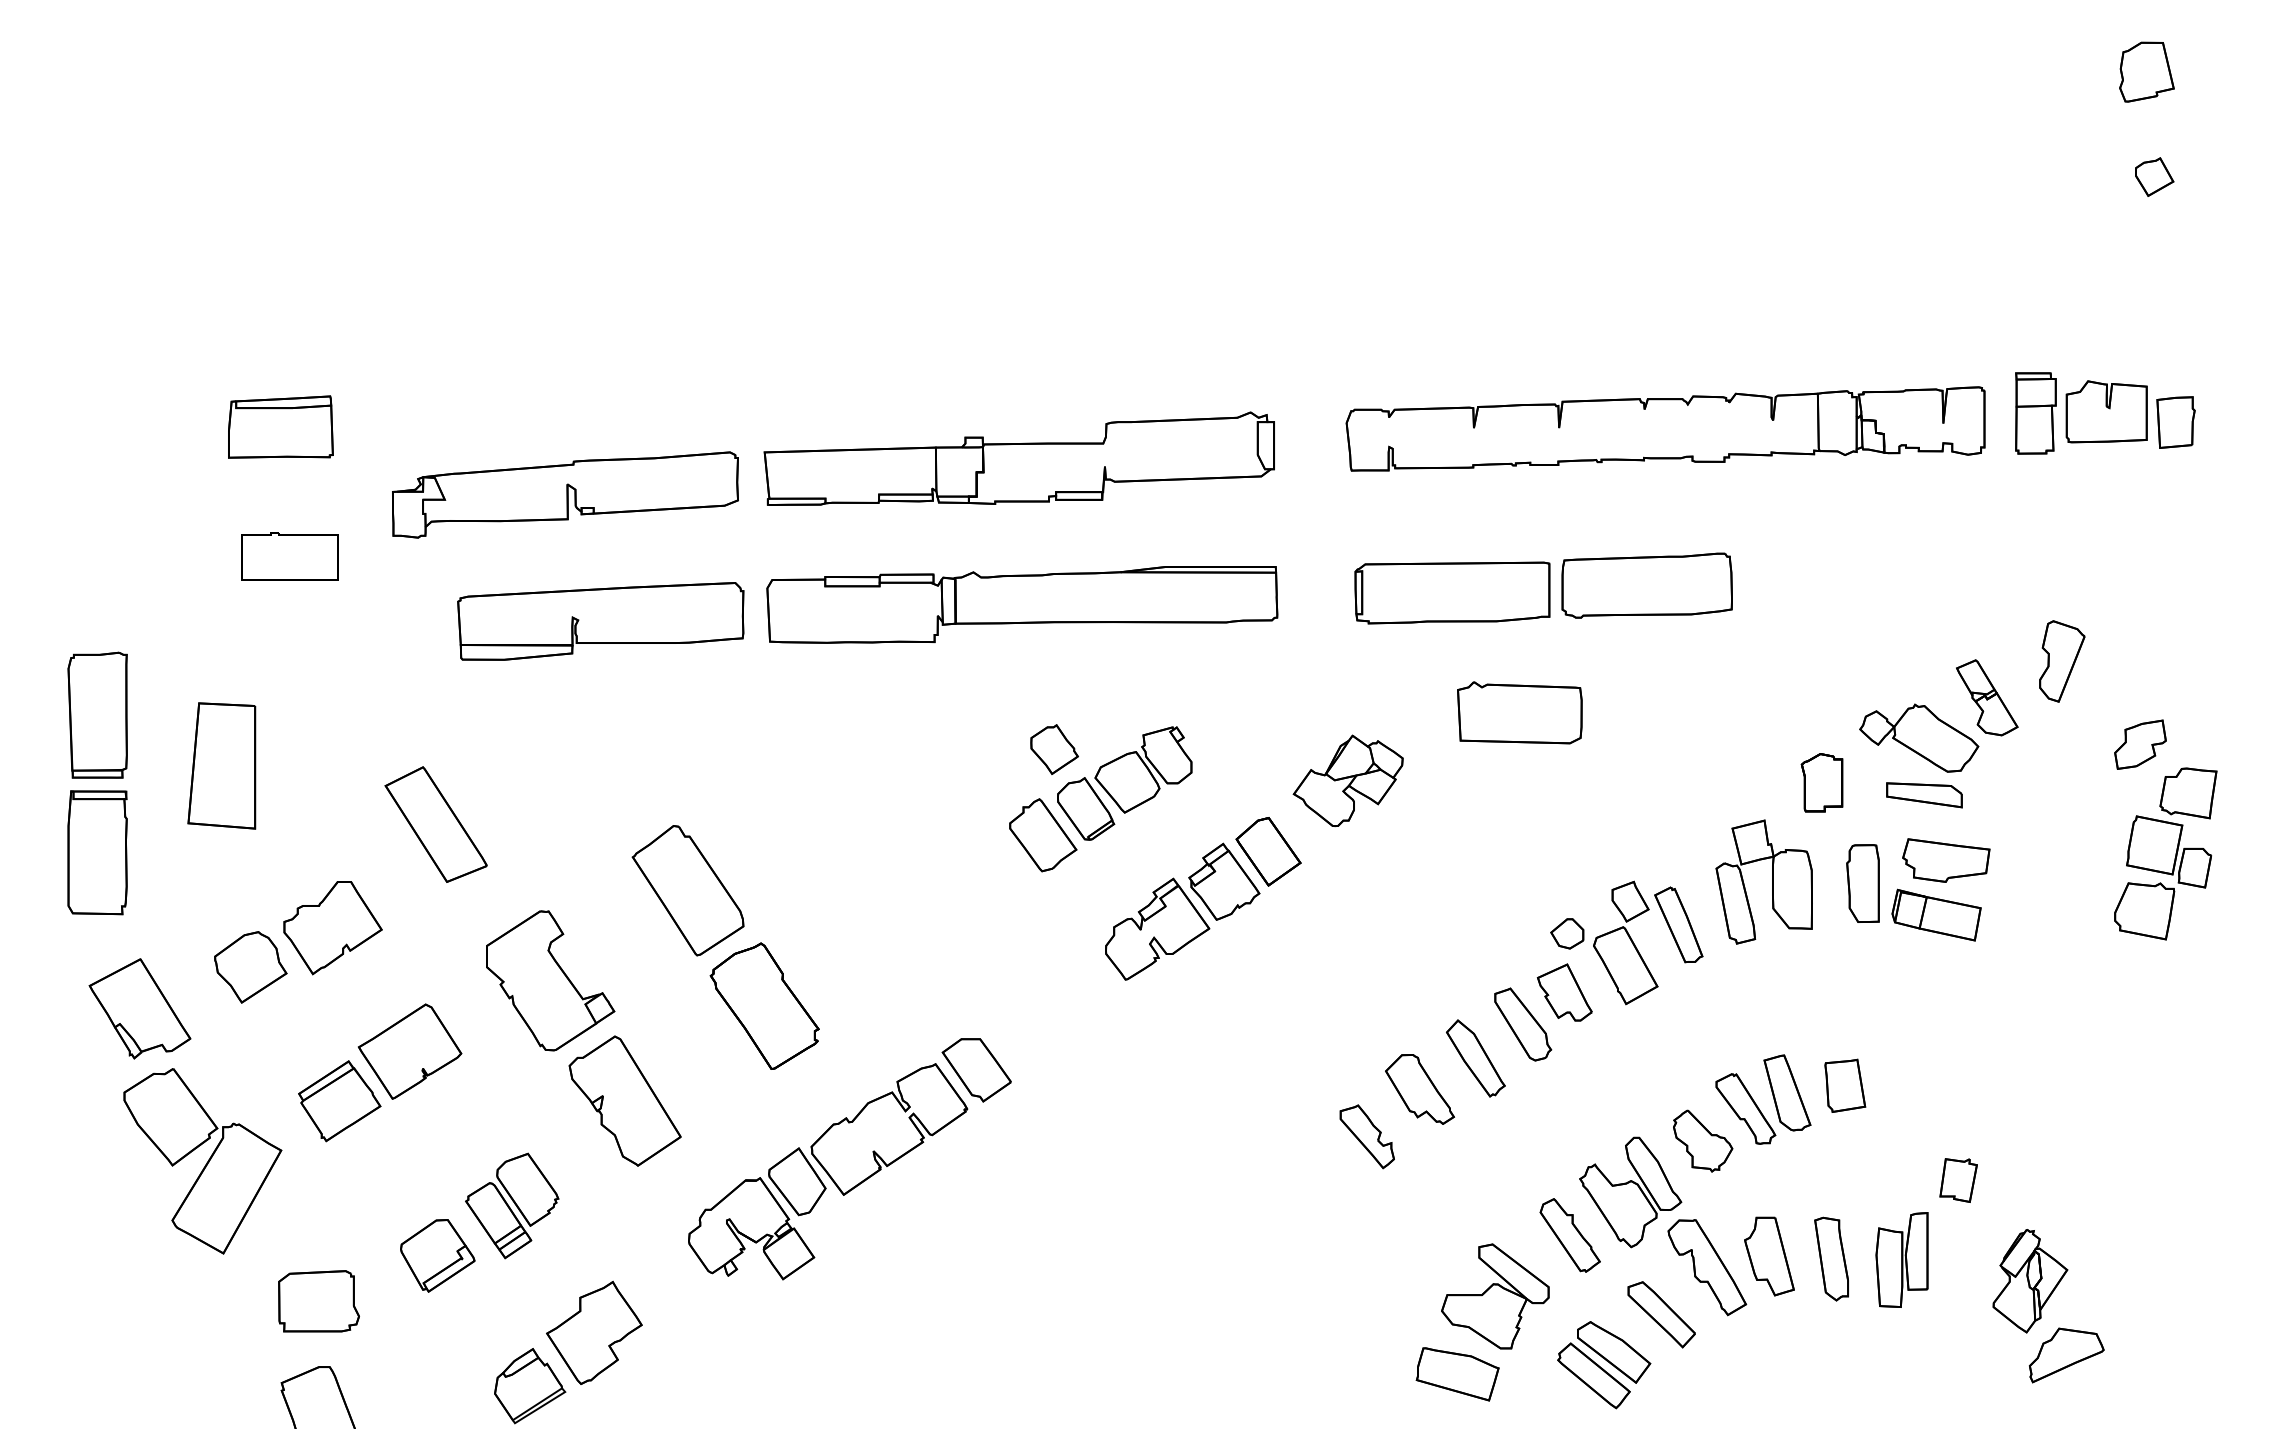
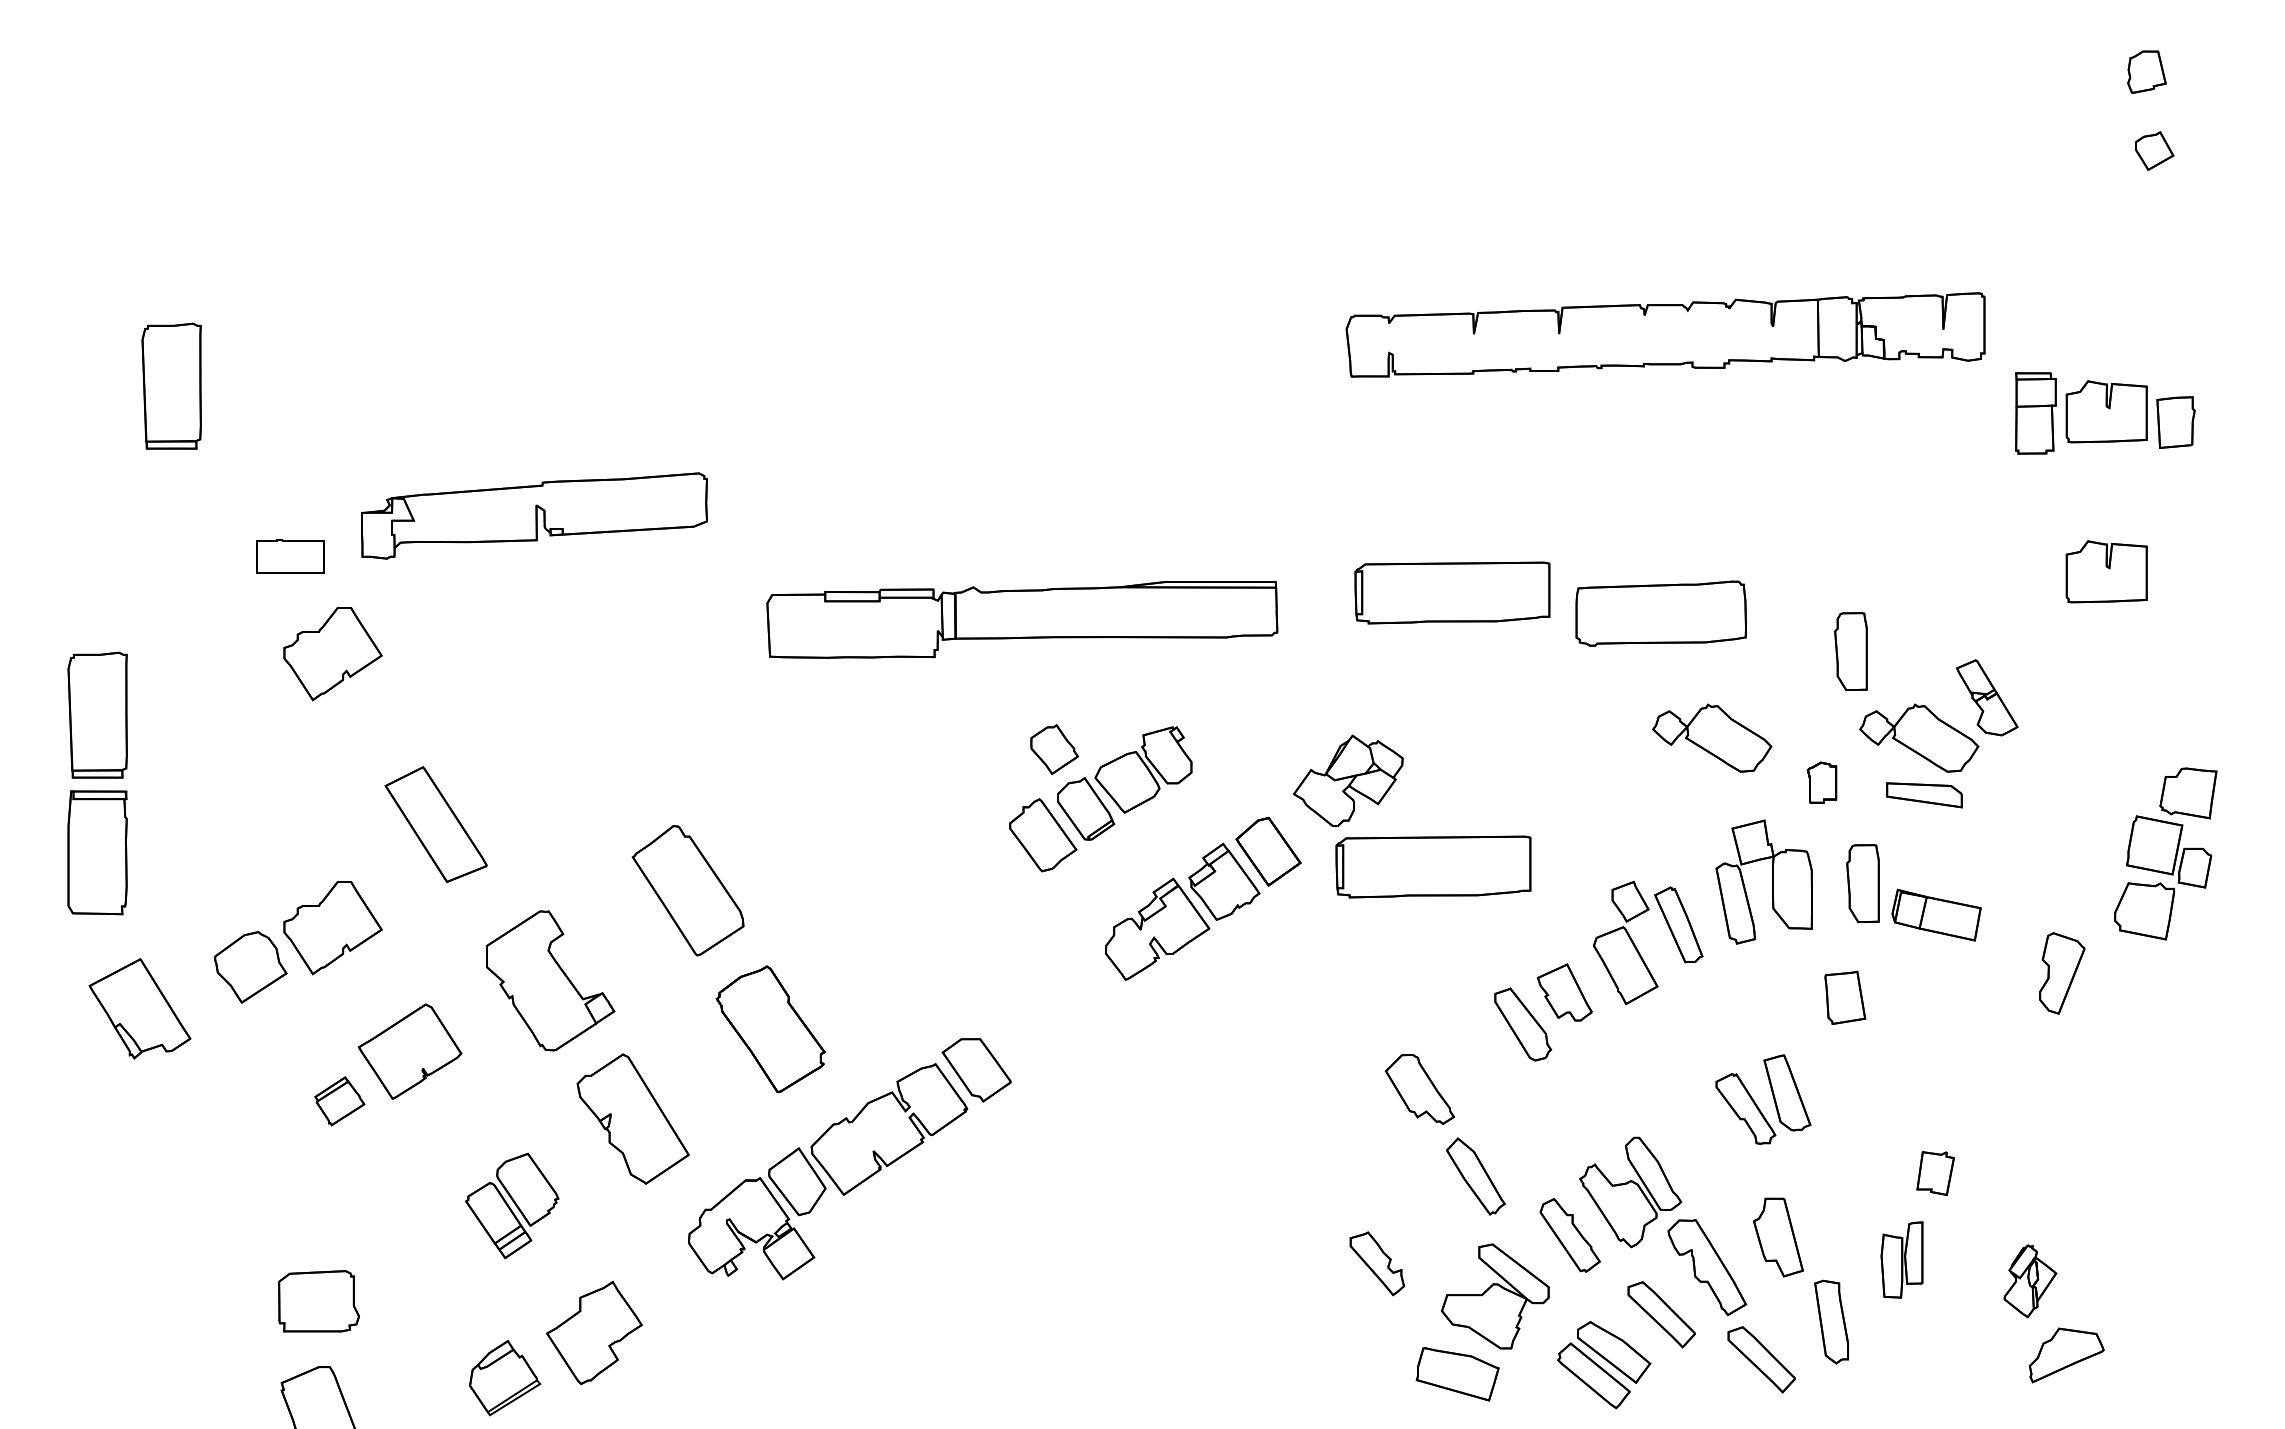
part at (2146, 71) size: 56x62 px -> 40x44 px
part at (2154, 176) position: (2154, 176) -> (2154, 150)
part at (171, 385): none -> present
part at (280, 426): present -> none
part at (1665, 428) position: (1665, 428) -> (1665, 334)
part at (1018, 458): present -> none
part at (565, 494) position: (565, 494) -> (534, 515)
part at (289, 556) size: 98x49 px -> 69x35 px
part at (2106, 571): none -> present
part at (1646, 585) position: (1646, 585) -> (1660, 613)
part at (1022, 604) position: (1022, 604) -> (1022, 619)
part at (600, 621): present -> none
part at (1850, 651): none -> present
part at (332, 654): none -> present
part at (2062, 661) position: (2062, 661) -> (2062, 973)
part at (1519, 712): present -> none
part at (1712, 737): none -> present
part at (2140, 744): present -> none
part at (221, 765): present -> none
part at (1821, 782) size: 44x60 px -> 32x43 px
part at (1946, 860): present -> none
part at (1433, 866): none -> present
part at (1567, 933): present -> none
part at (764, 1005) position: (764, 1005) -> (770, 1028)
part at (1475, 1058) position: (1475, 1058) -> (1475, 1176)
part at (1845, 1085) position: (1845, 1085) -> (1845, 997)
part at (624, 1100) position: (624, 1100) -> (632, 1118)
part at (339, 1101) size: 84x83 px -> 52x51 px
part at (1366, 1136) position: (1366, 1136) -> (1376, 1263)
part at (1703, 1140): present -> none
part at (202, 1161): present -> none
part at (1958, 1180) position: (1958, 1180) -> (1935, 1173)
part at (437, 1255): present -> none
part at (1769, 1256) position: (1769, 1256) -> (1778, 1237)
part at (1831, 1258) position: (1831, 1258) -> (1831, 1321)
part at (1901, 1259) size: 54x96 px -> 44x78 px
part at (2030, 1281) size: 77x105 px -> 55x75 px
part at (1761, 1359): none -> present
part at (530, 1386) position: (530, 1386) -> (505, 1378)
